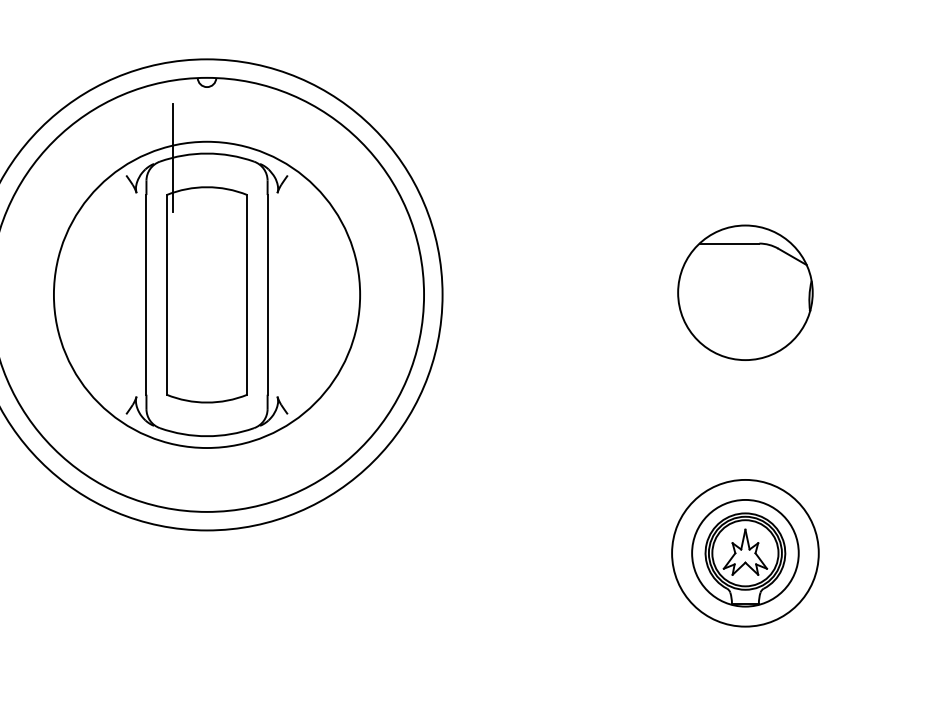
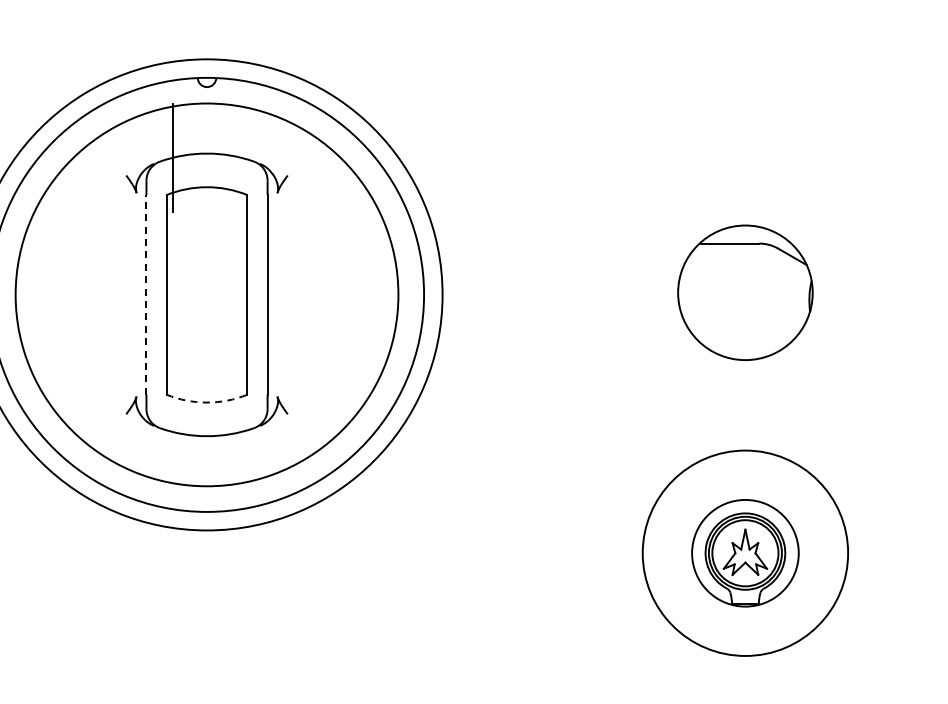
line at (146, 294): solid -> dashed
circle at (206, 294) diameter: 306 px -> 383 px
arc at (207, 402): solid -> dashed
circle at (745, 552) diameter: 147 px -> 205 px
